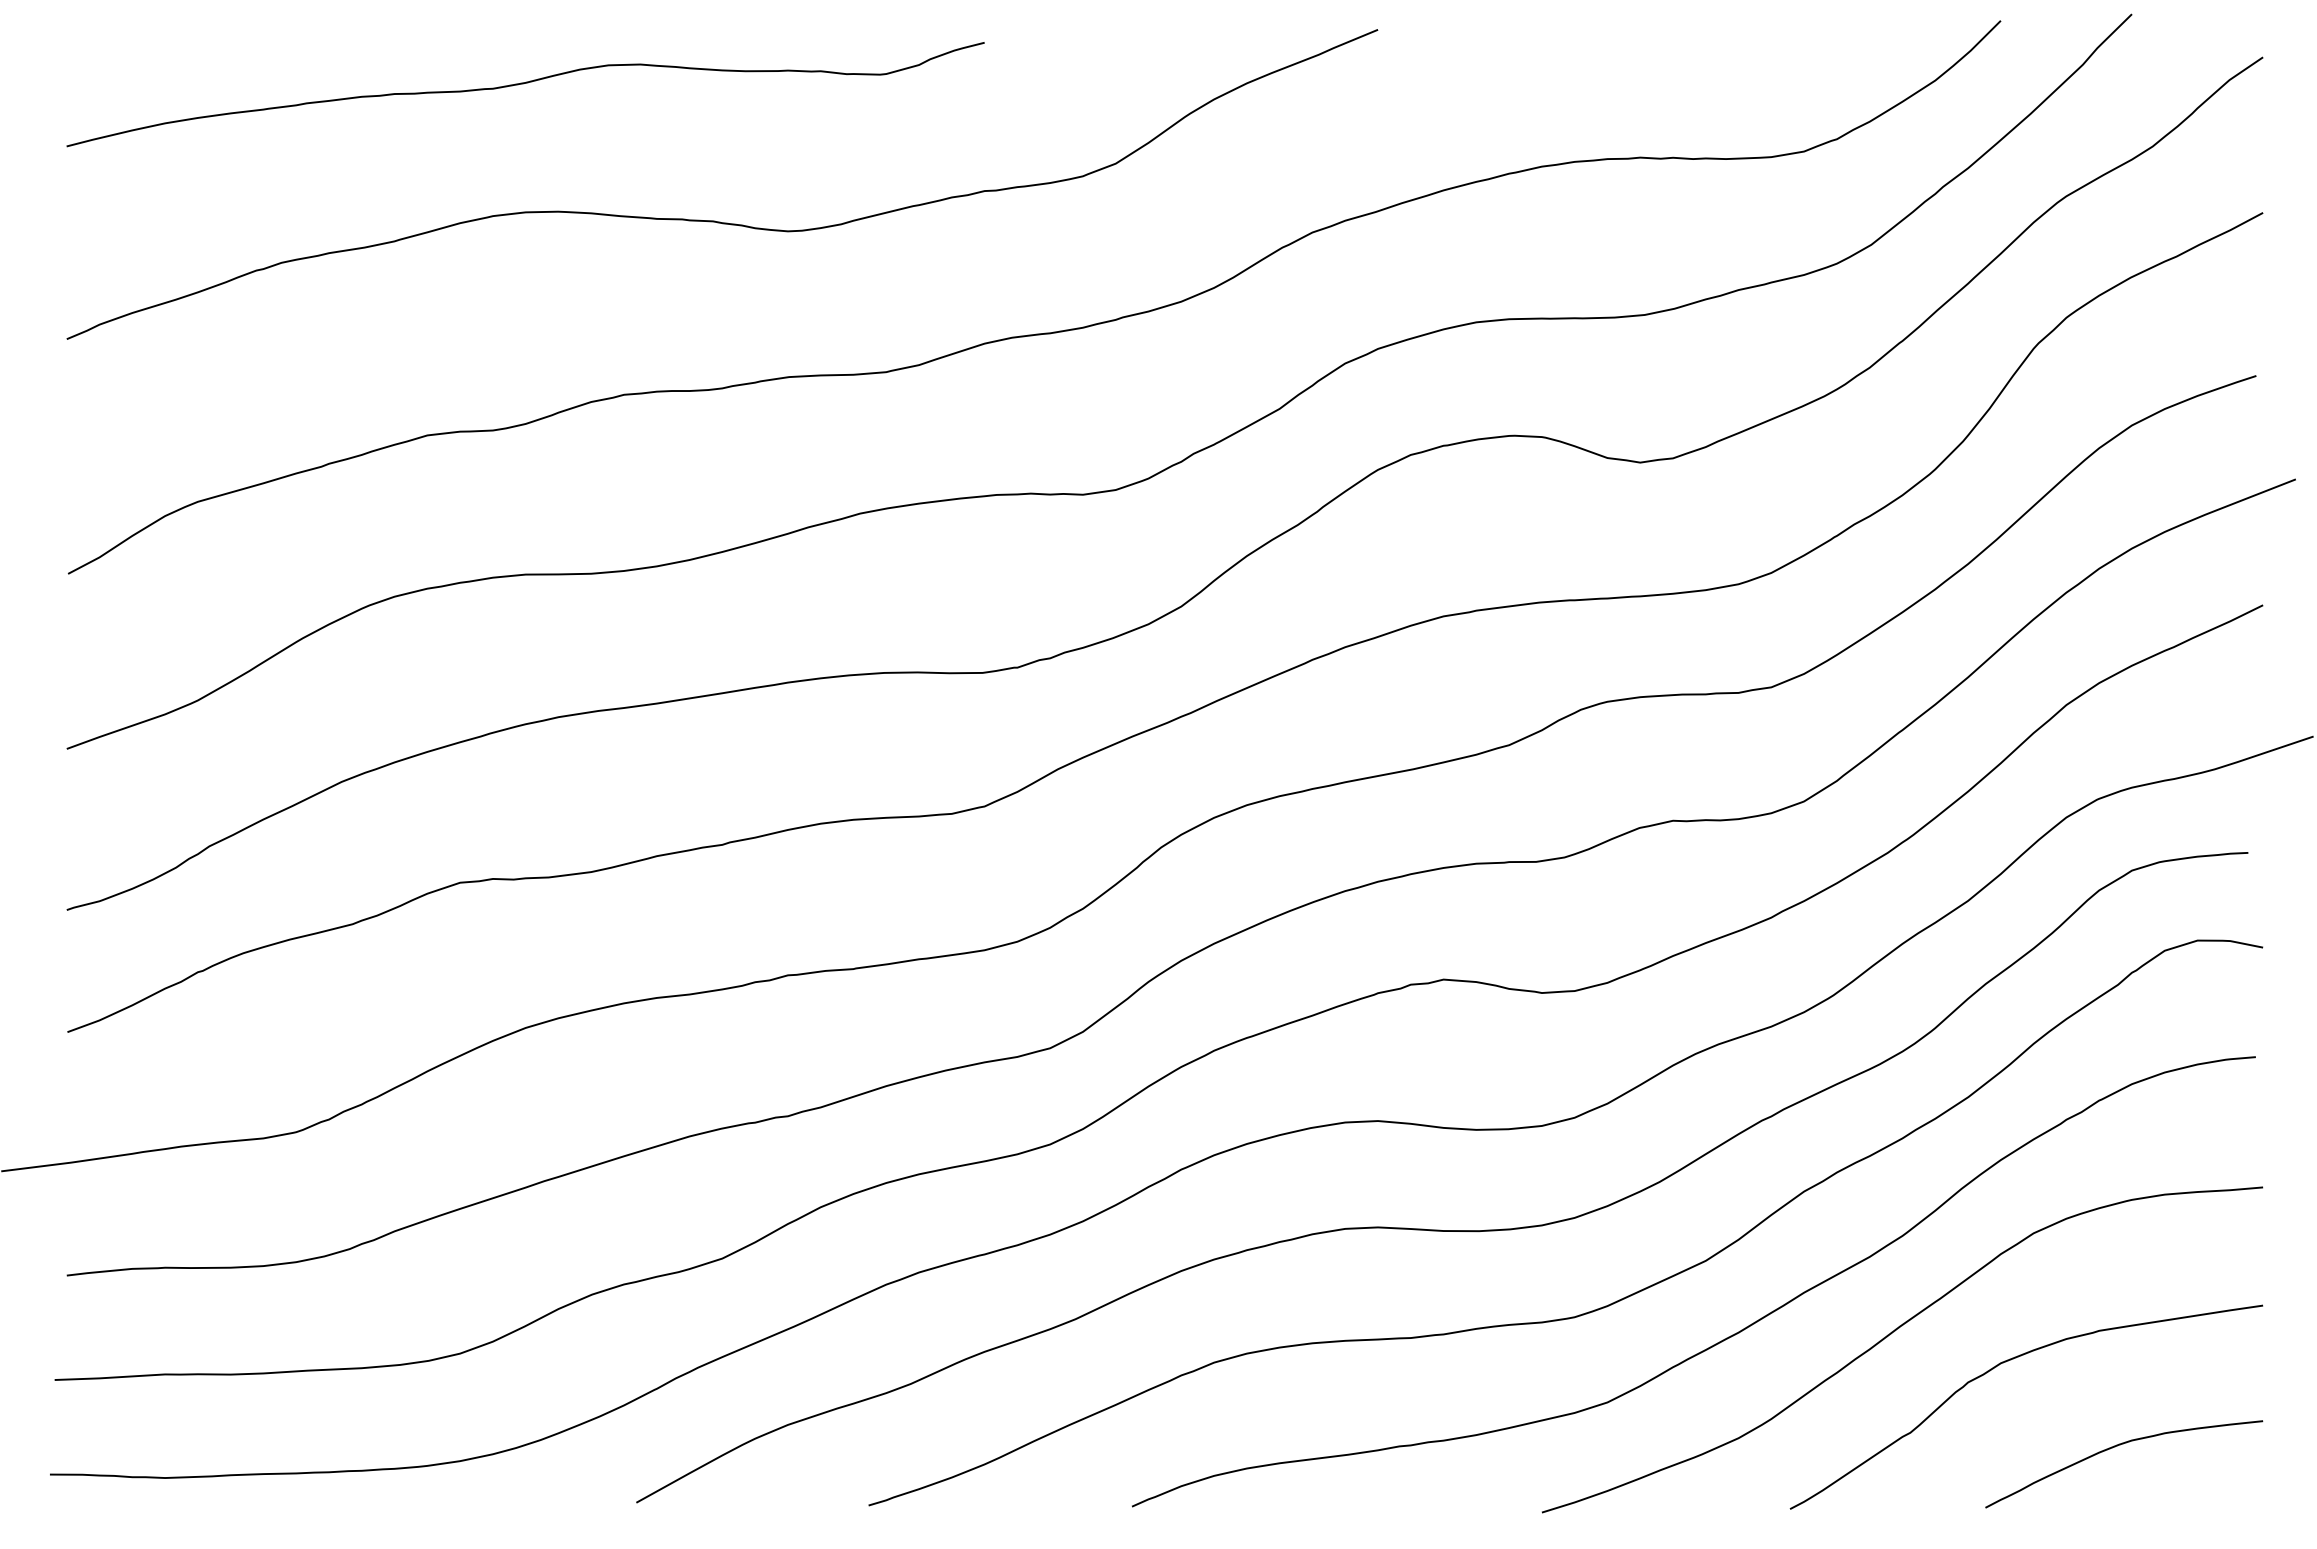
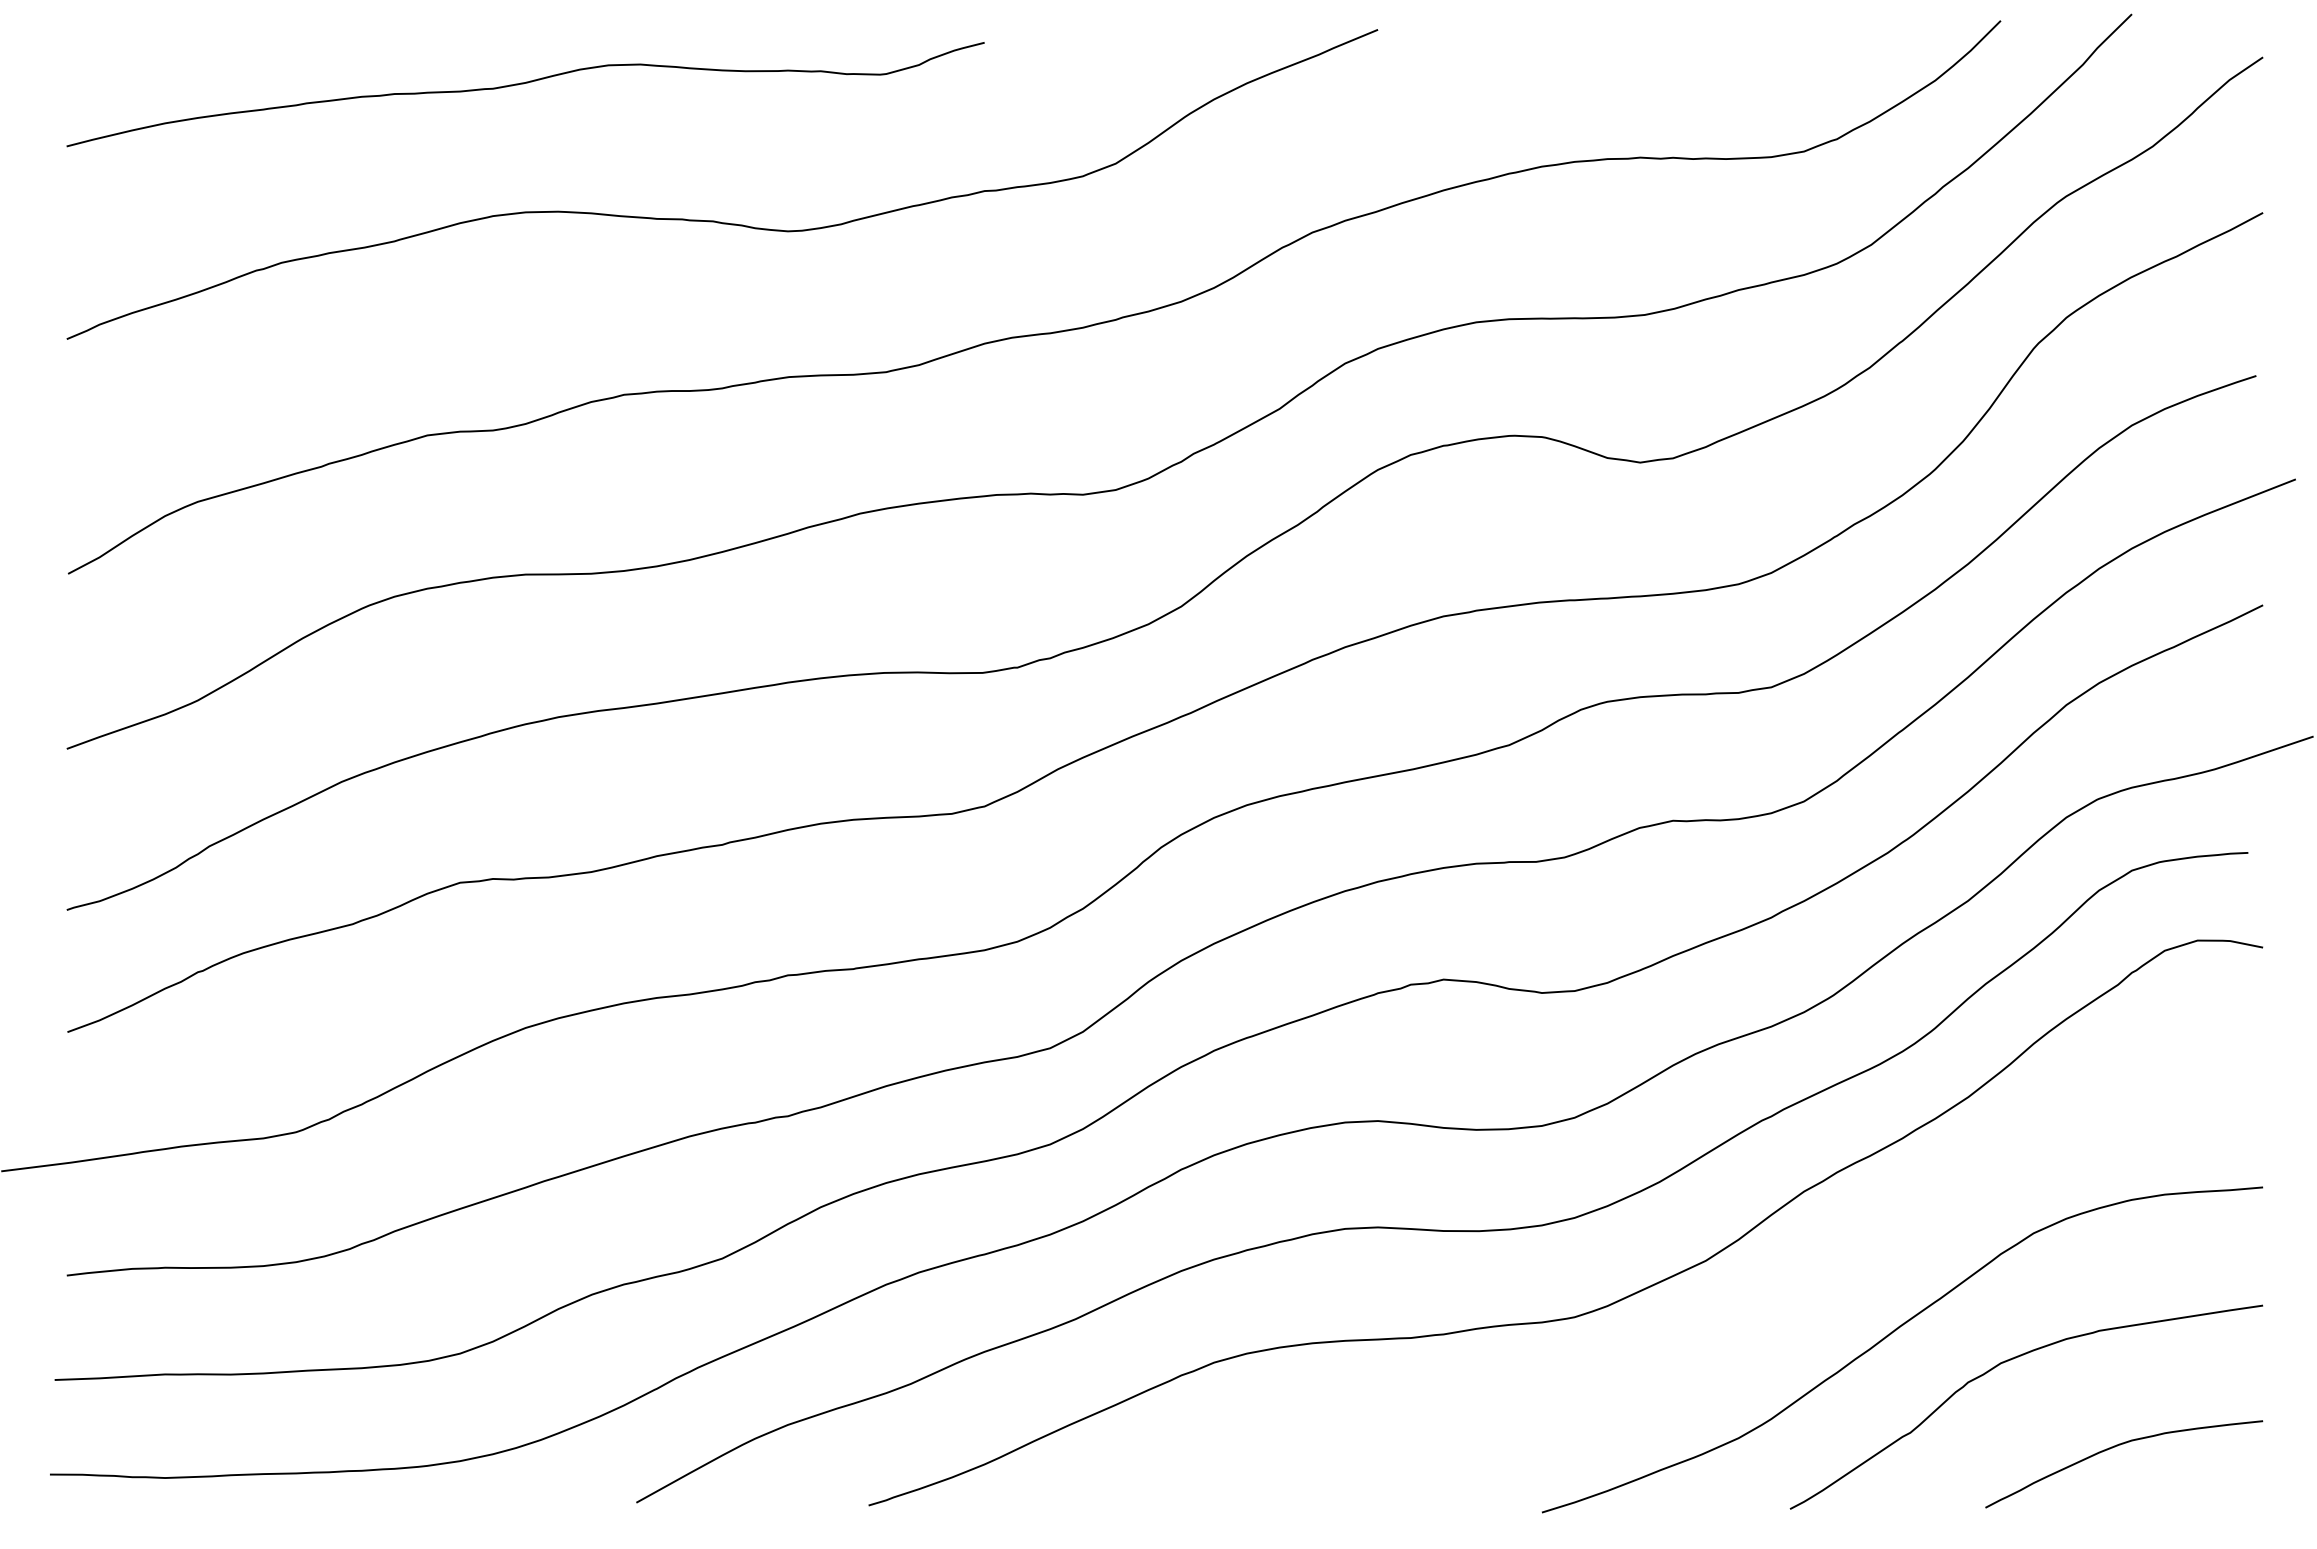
curve at (1724, 1338): present -> none
